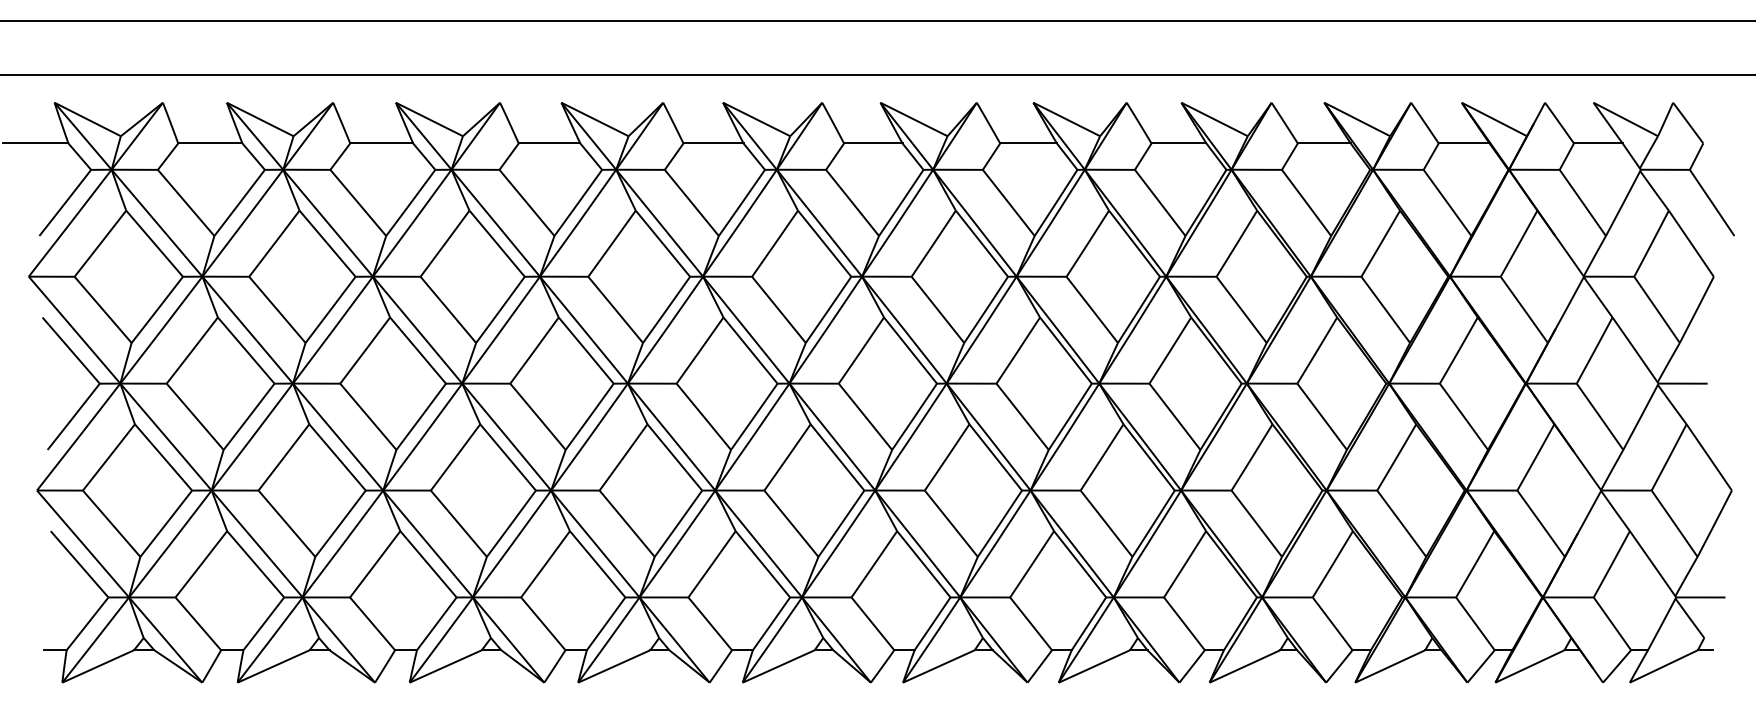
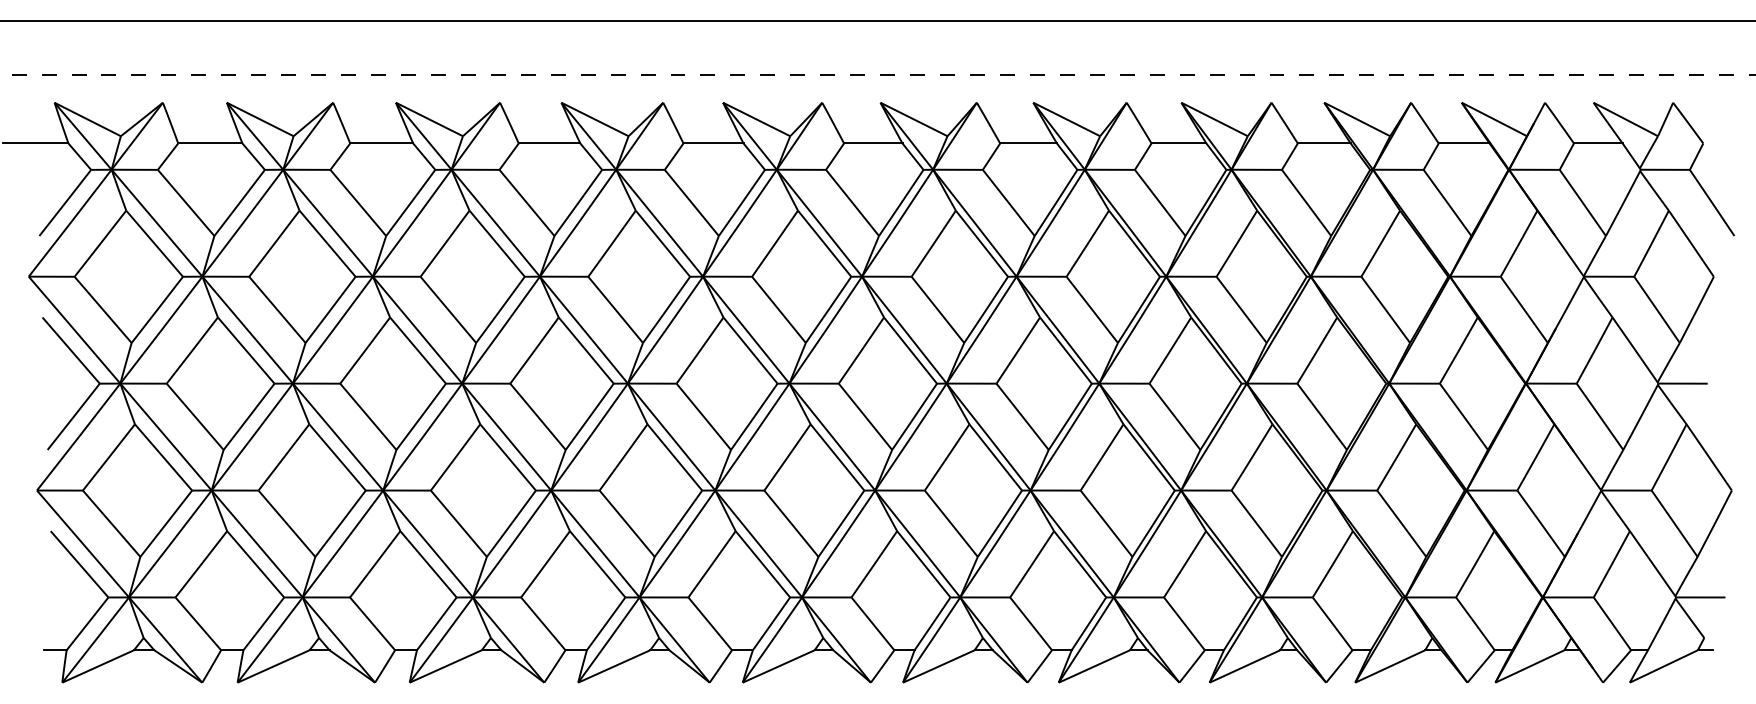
line at (877, 75): solid -> dashed
